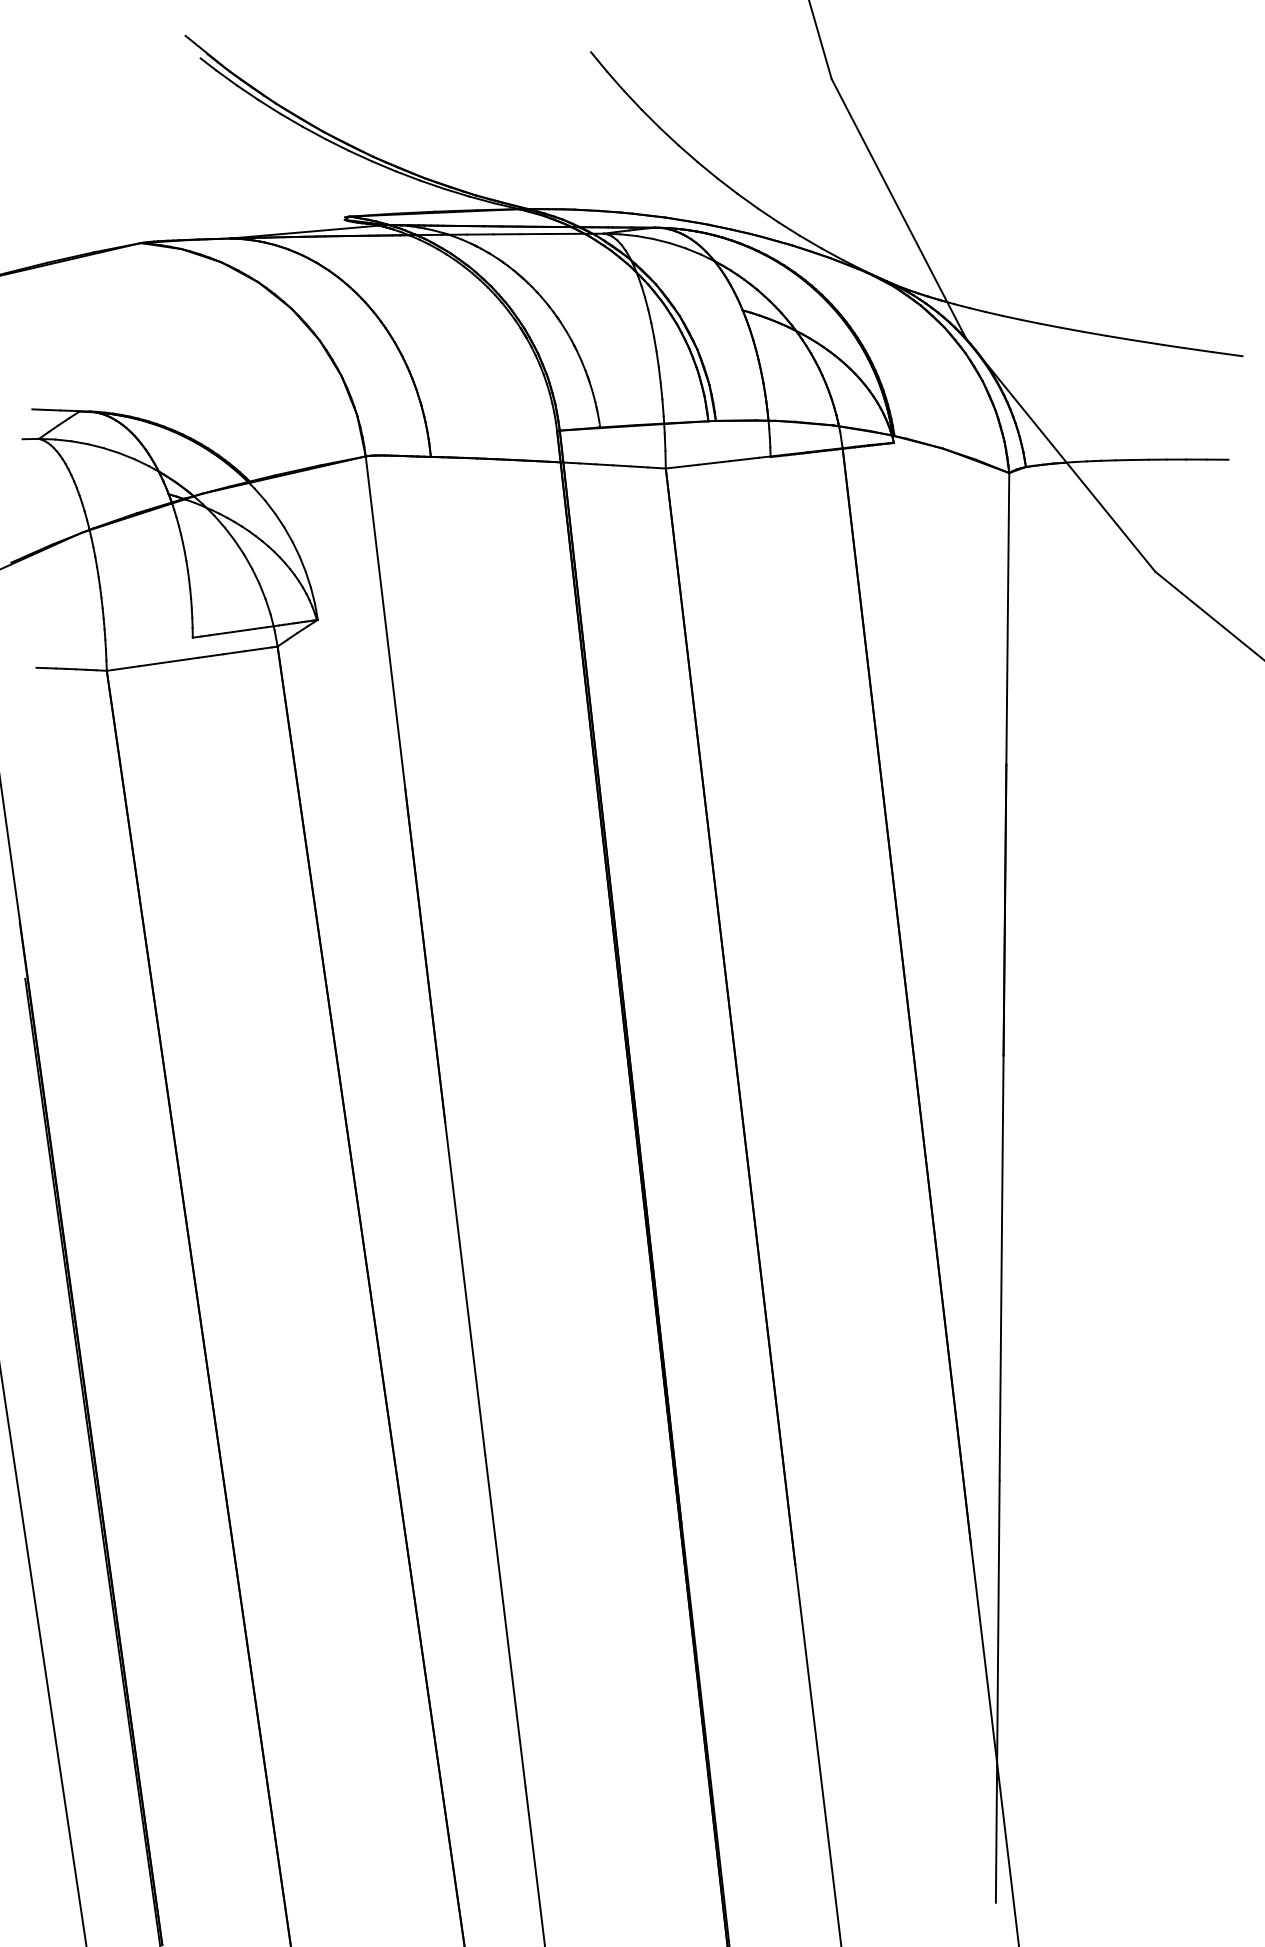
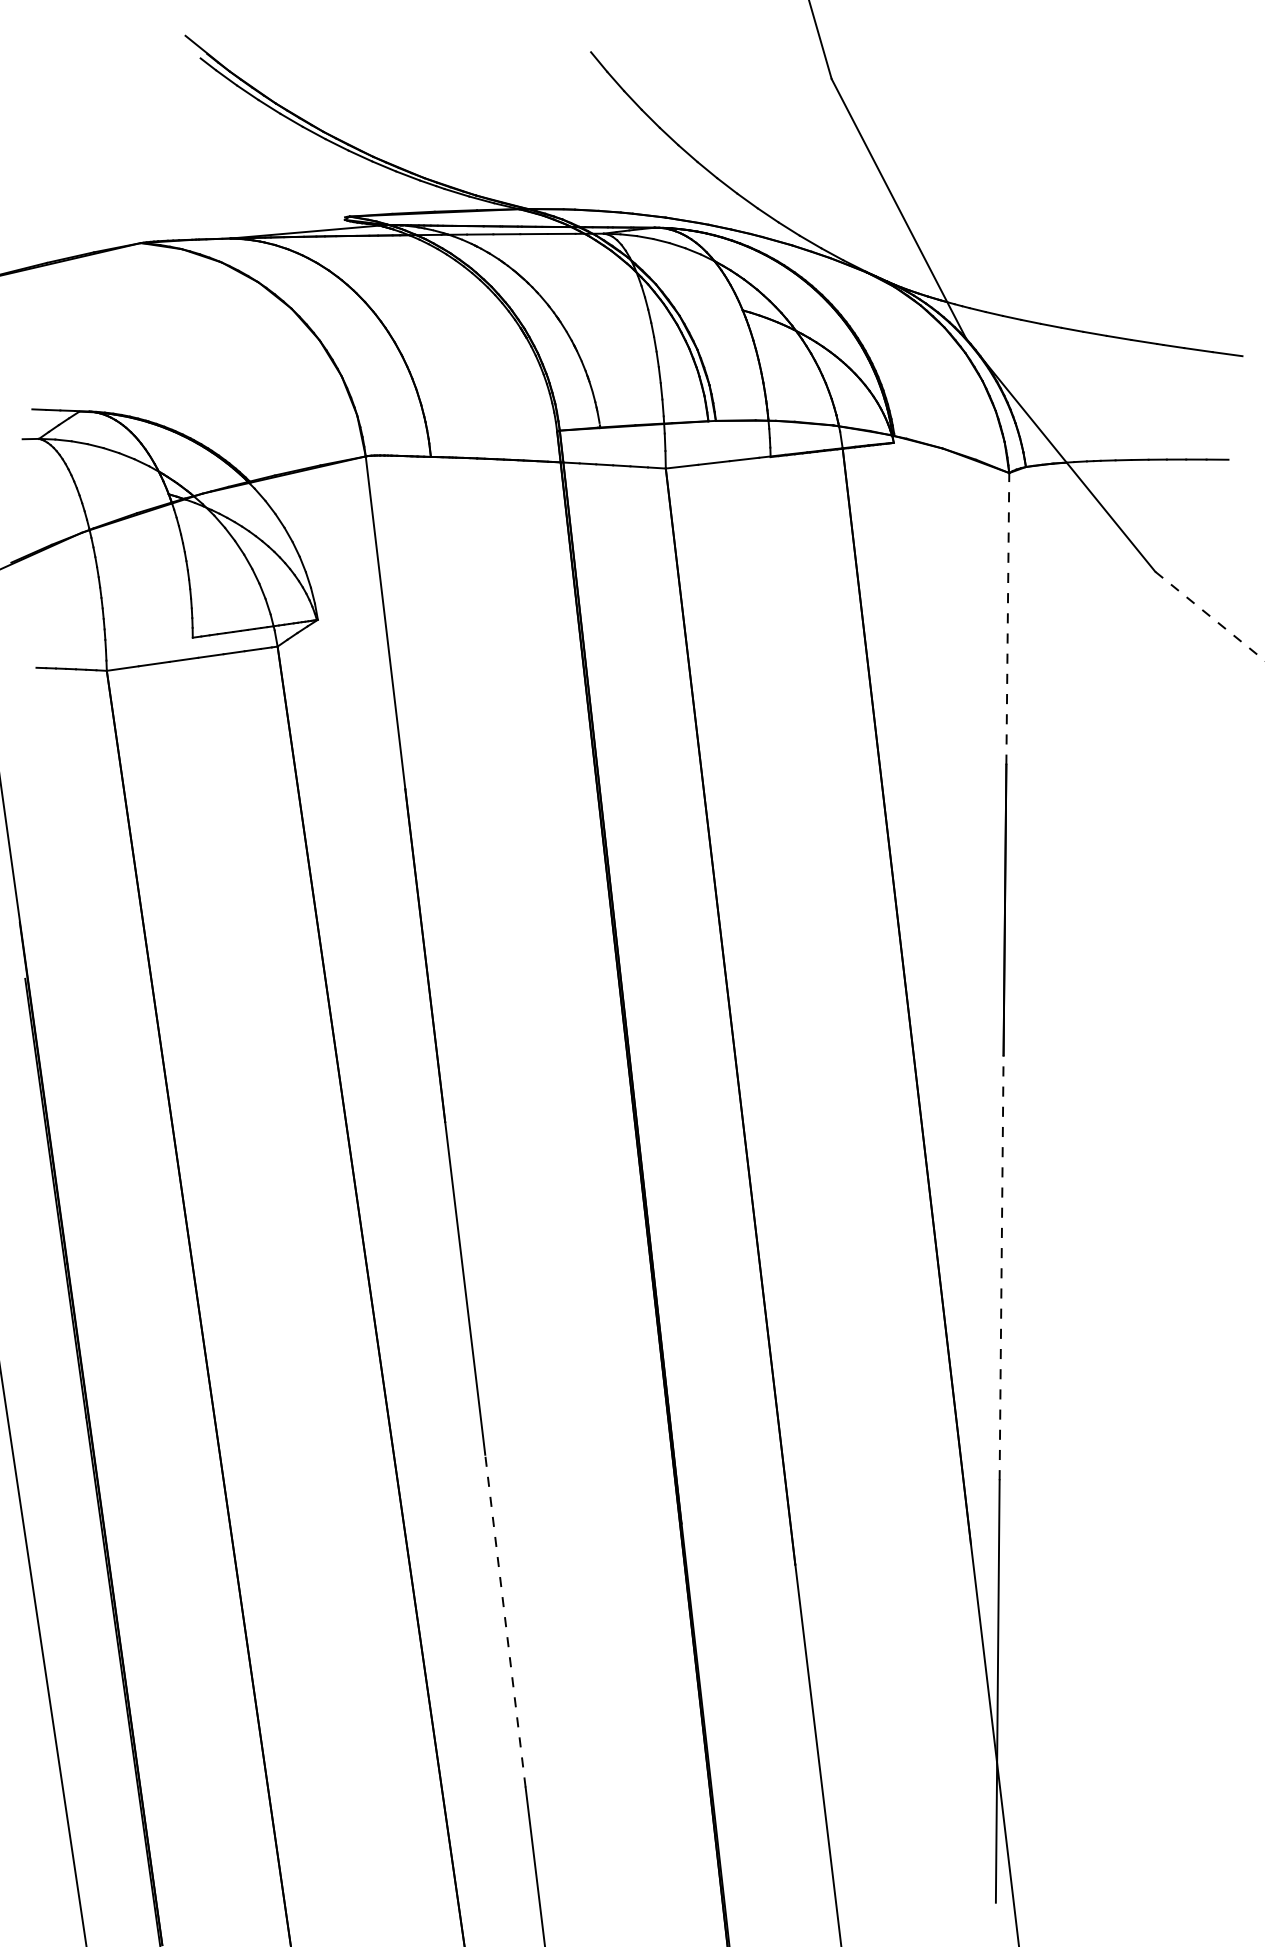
line at (1210, 616): solid -> dashed
line at (1007, 618): solid -> dashed
line at (1001, 1267): solid -> dashed
line at (505, 1621): solid -> dashed
